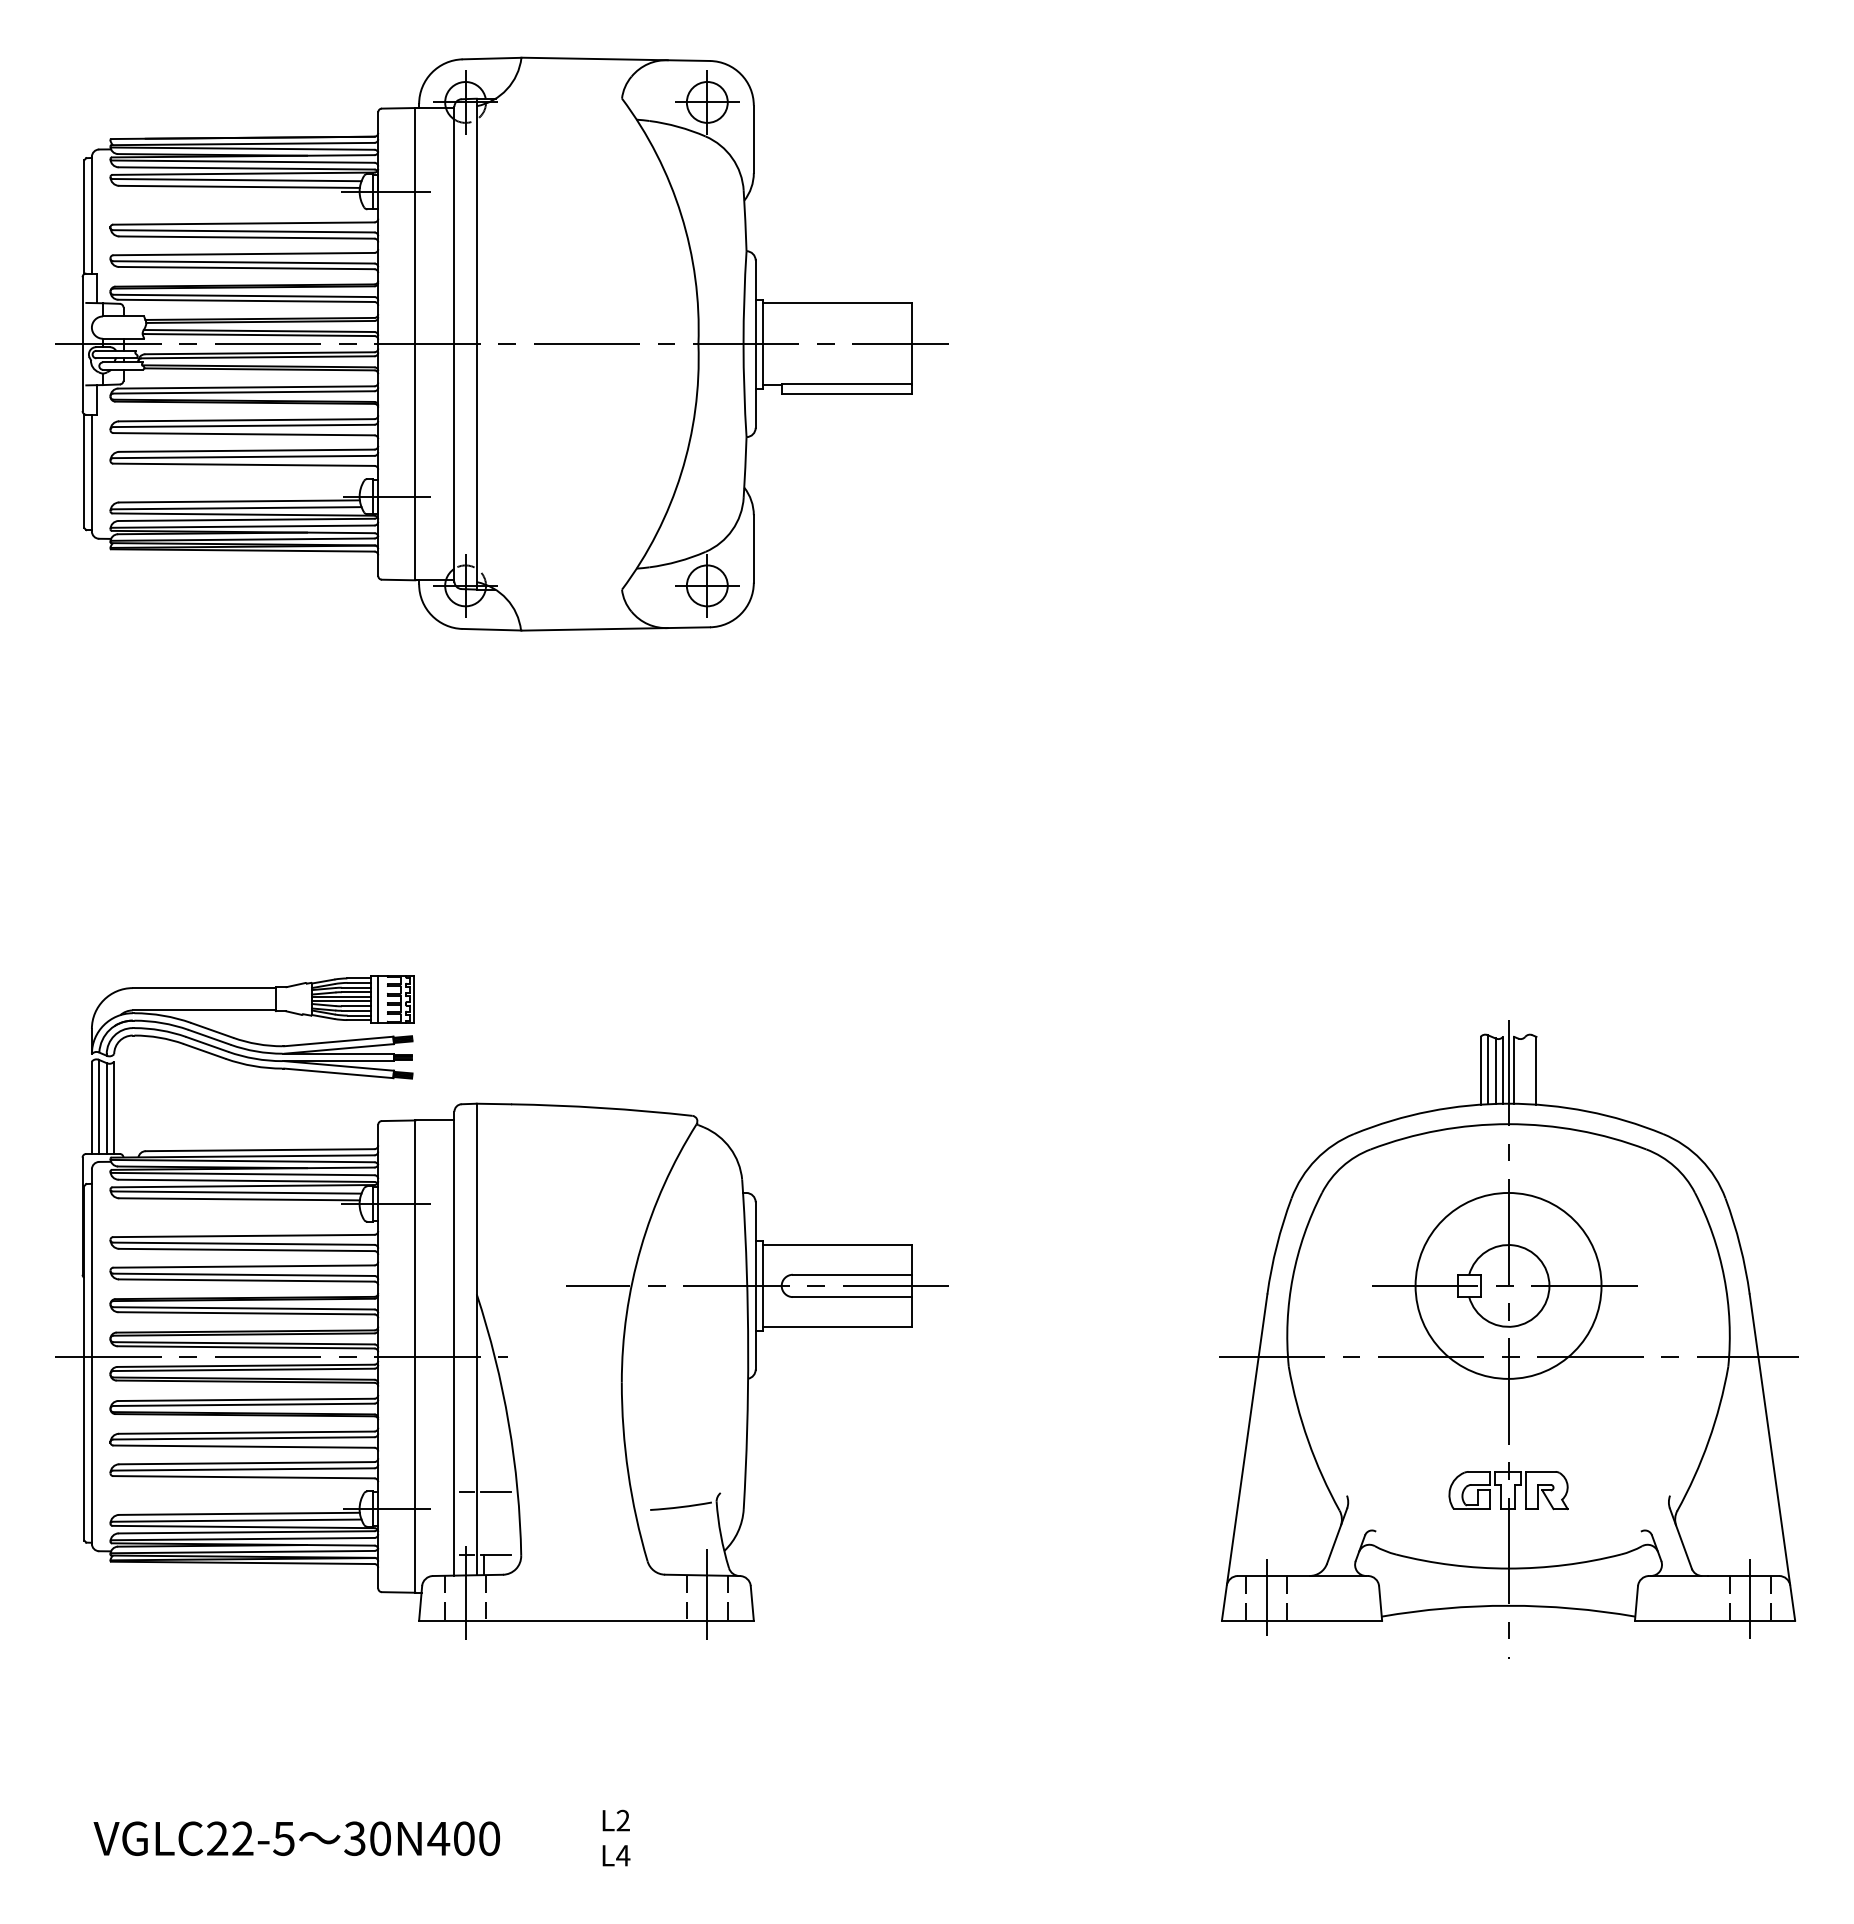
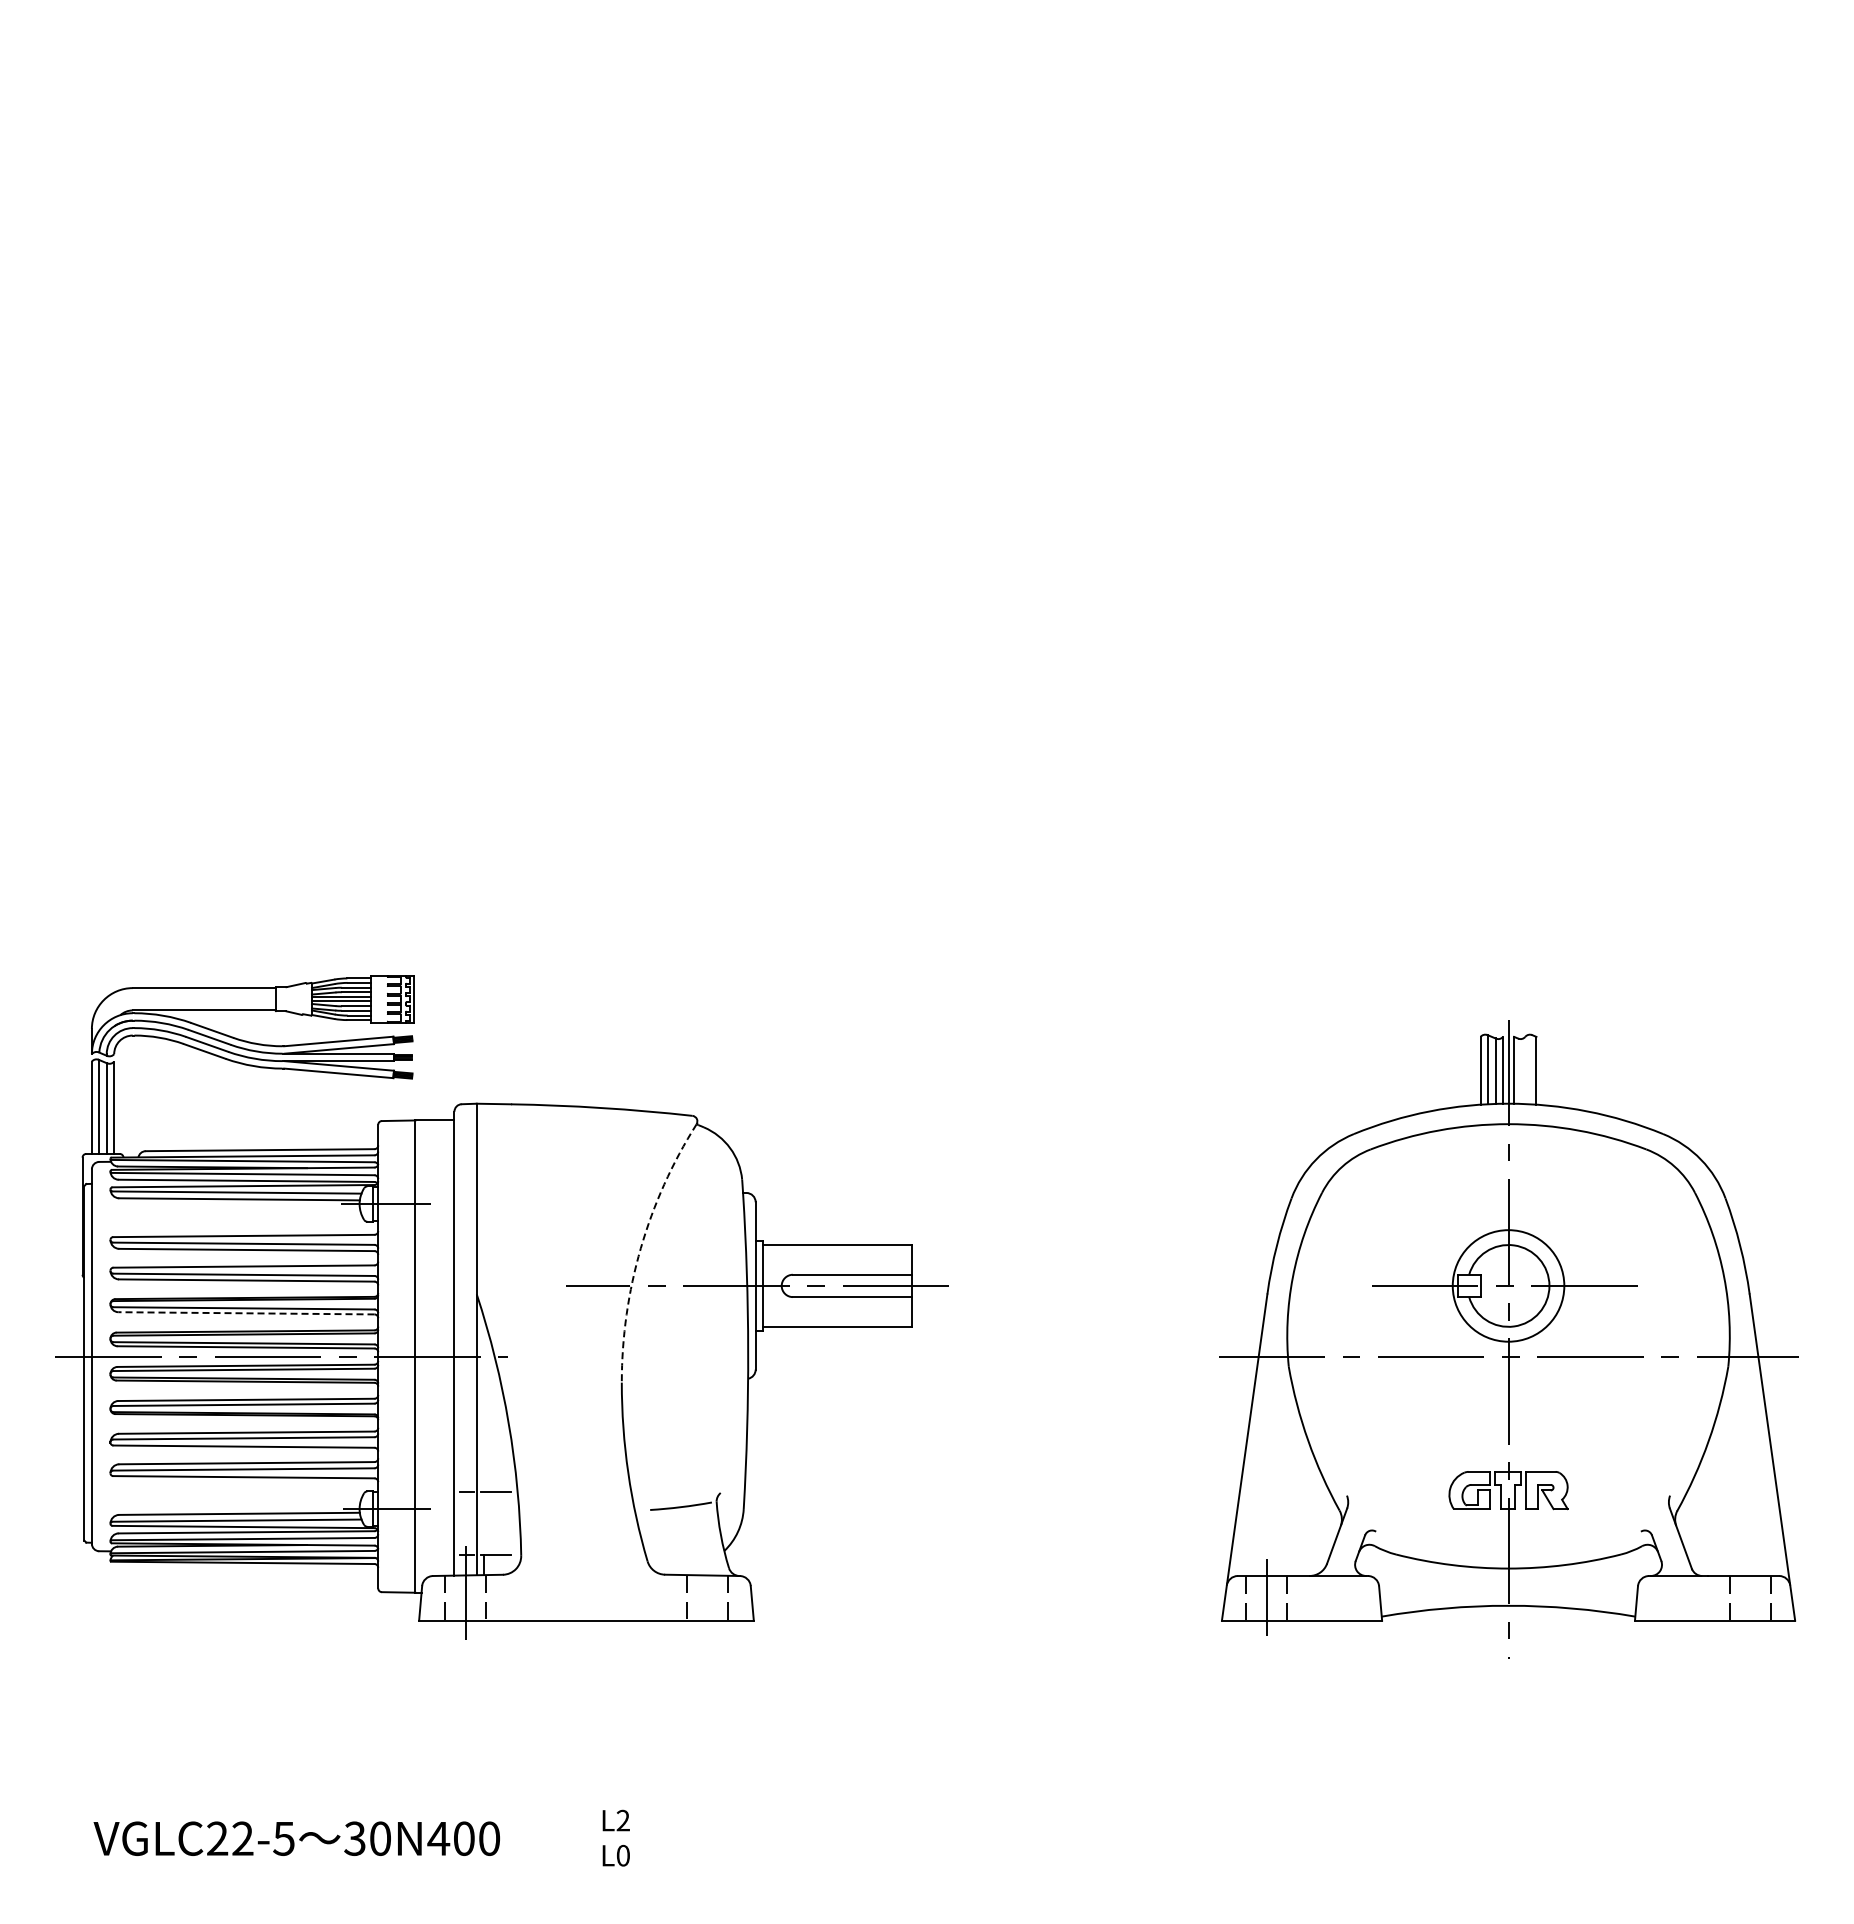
part at (501, 343): present -> none
line at (378, 999): present -> none
arc at (640, 1248): solid -> dashed
circle at (1508, 1285) diameter: 186 px -> 112 px
line at (245, 1313): solid -> dashed
line at (707, 1594): present -> none
line at (1750, 1598): present -> none
text at (623, 1855): L4 -> L0
